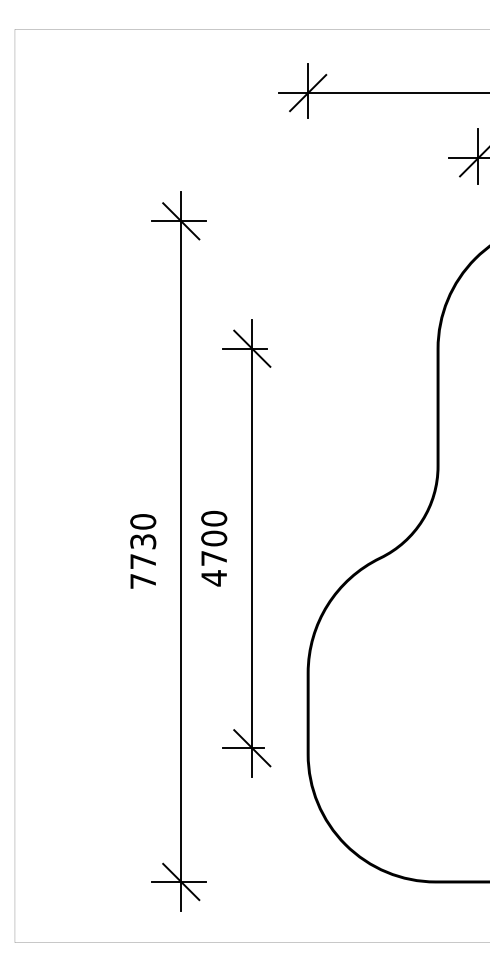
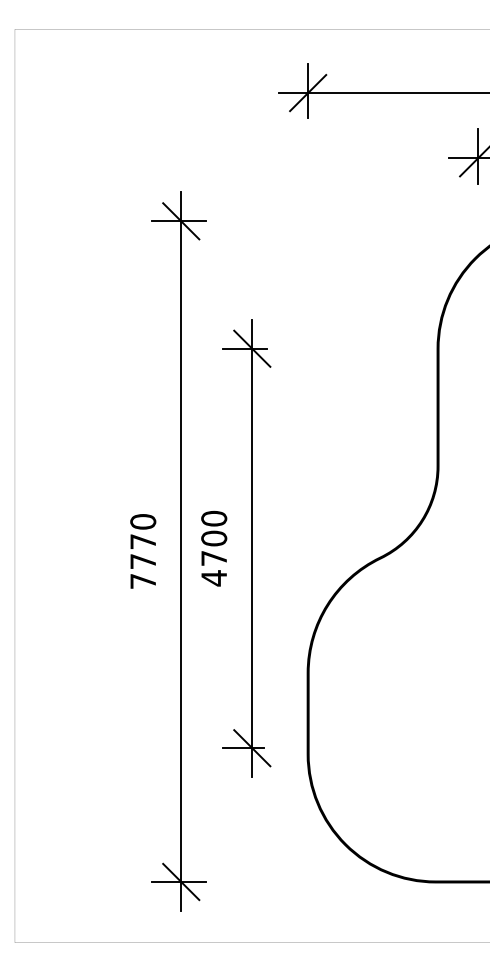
text at (143, 541): 7730 -> 7770
